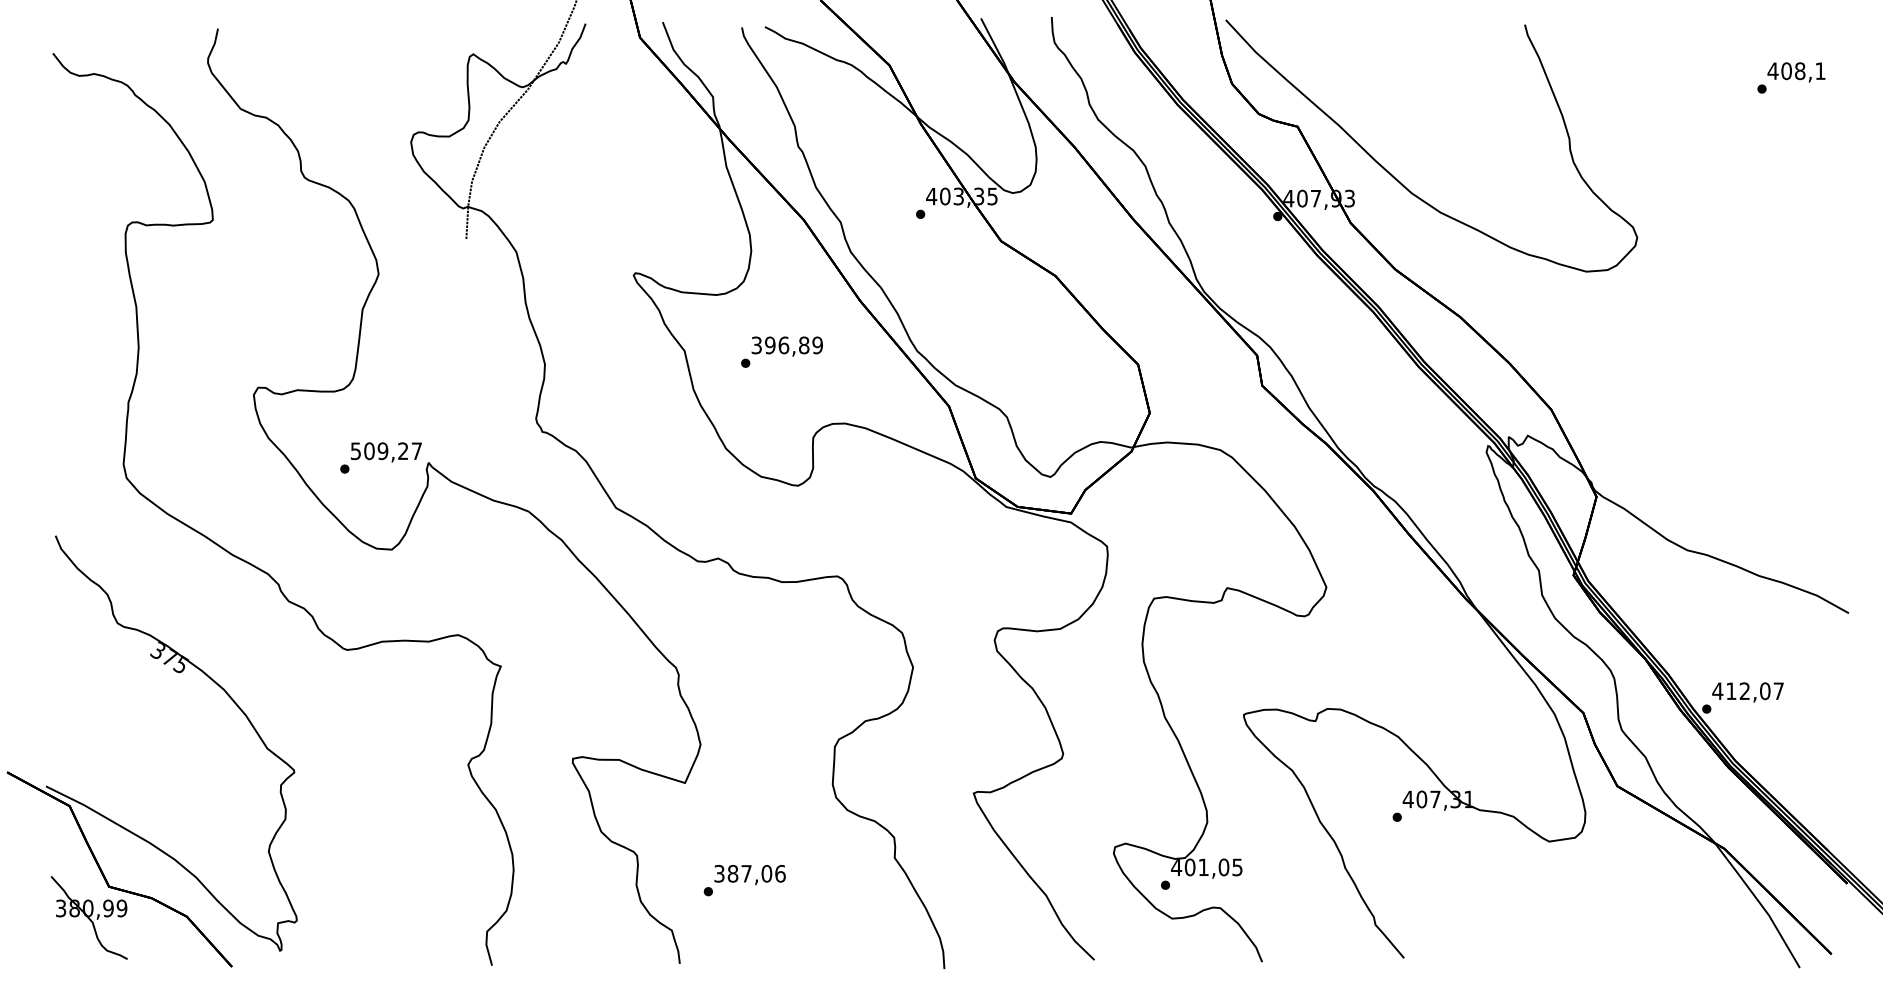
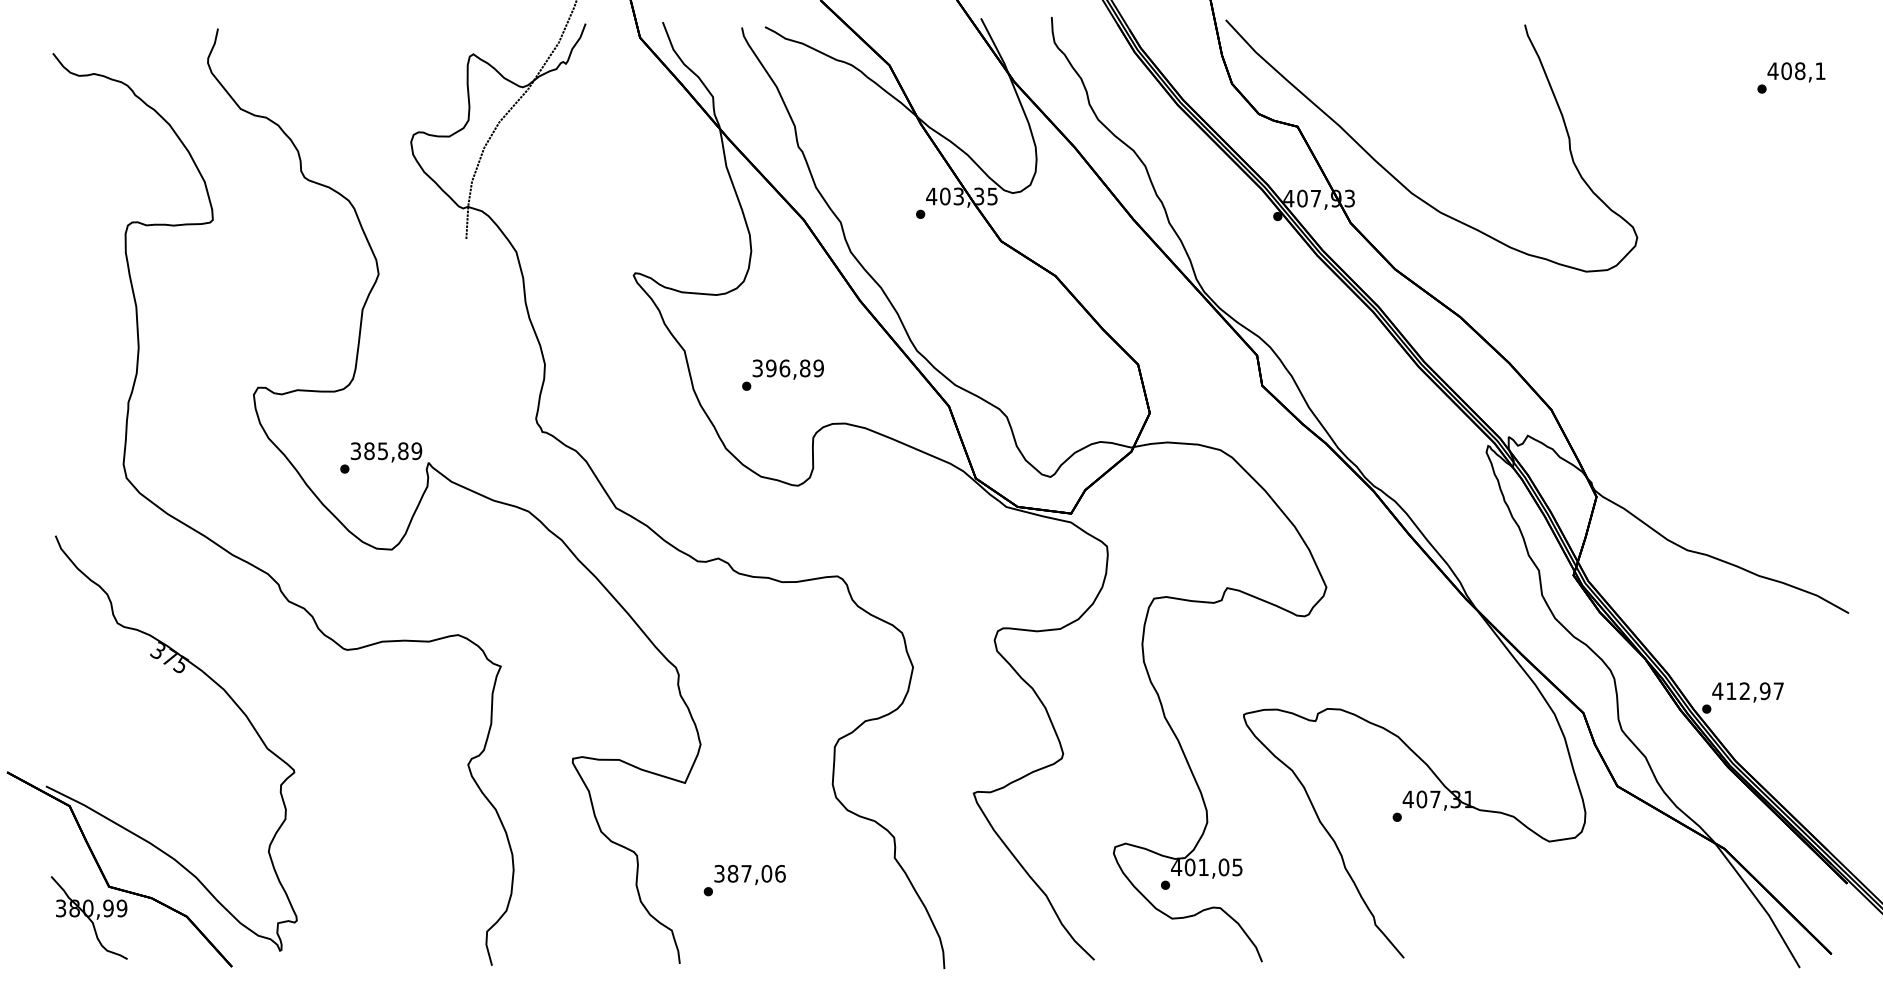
text at (781, 351) position: (781, 351) -> (782, 374)
text at (386, 451): 509,27 -> 385,89
text at (1764, 691): 412,07 -> 412,97
